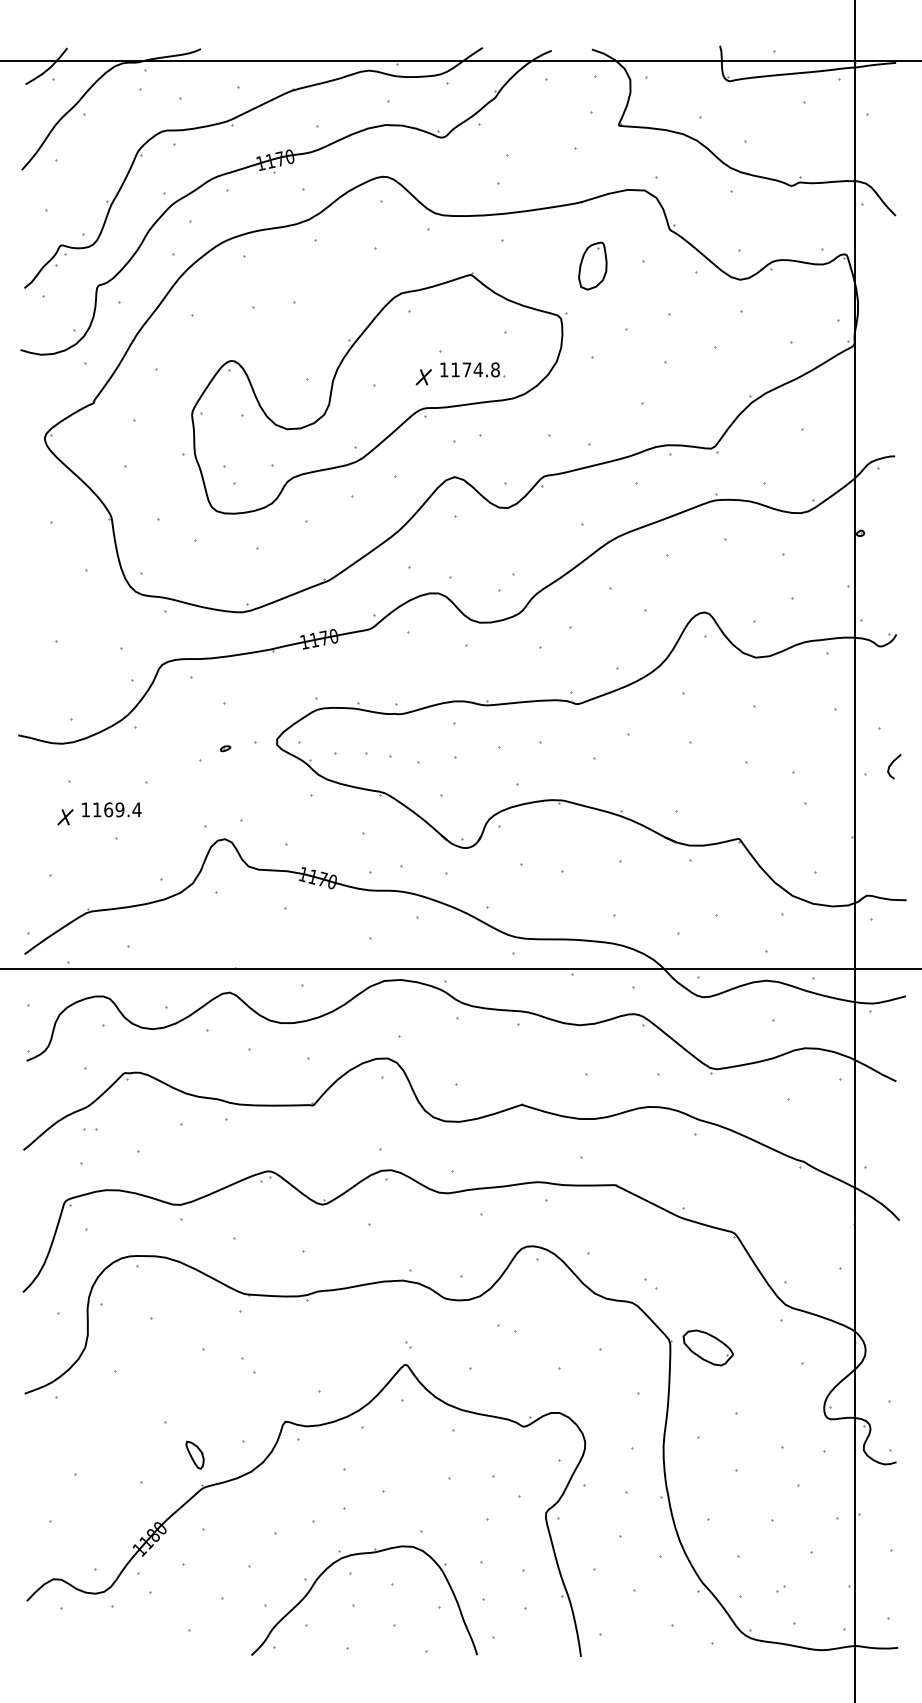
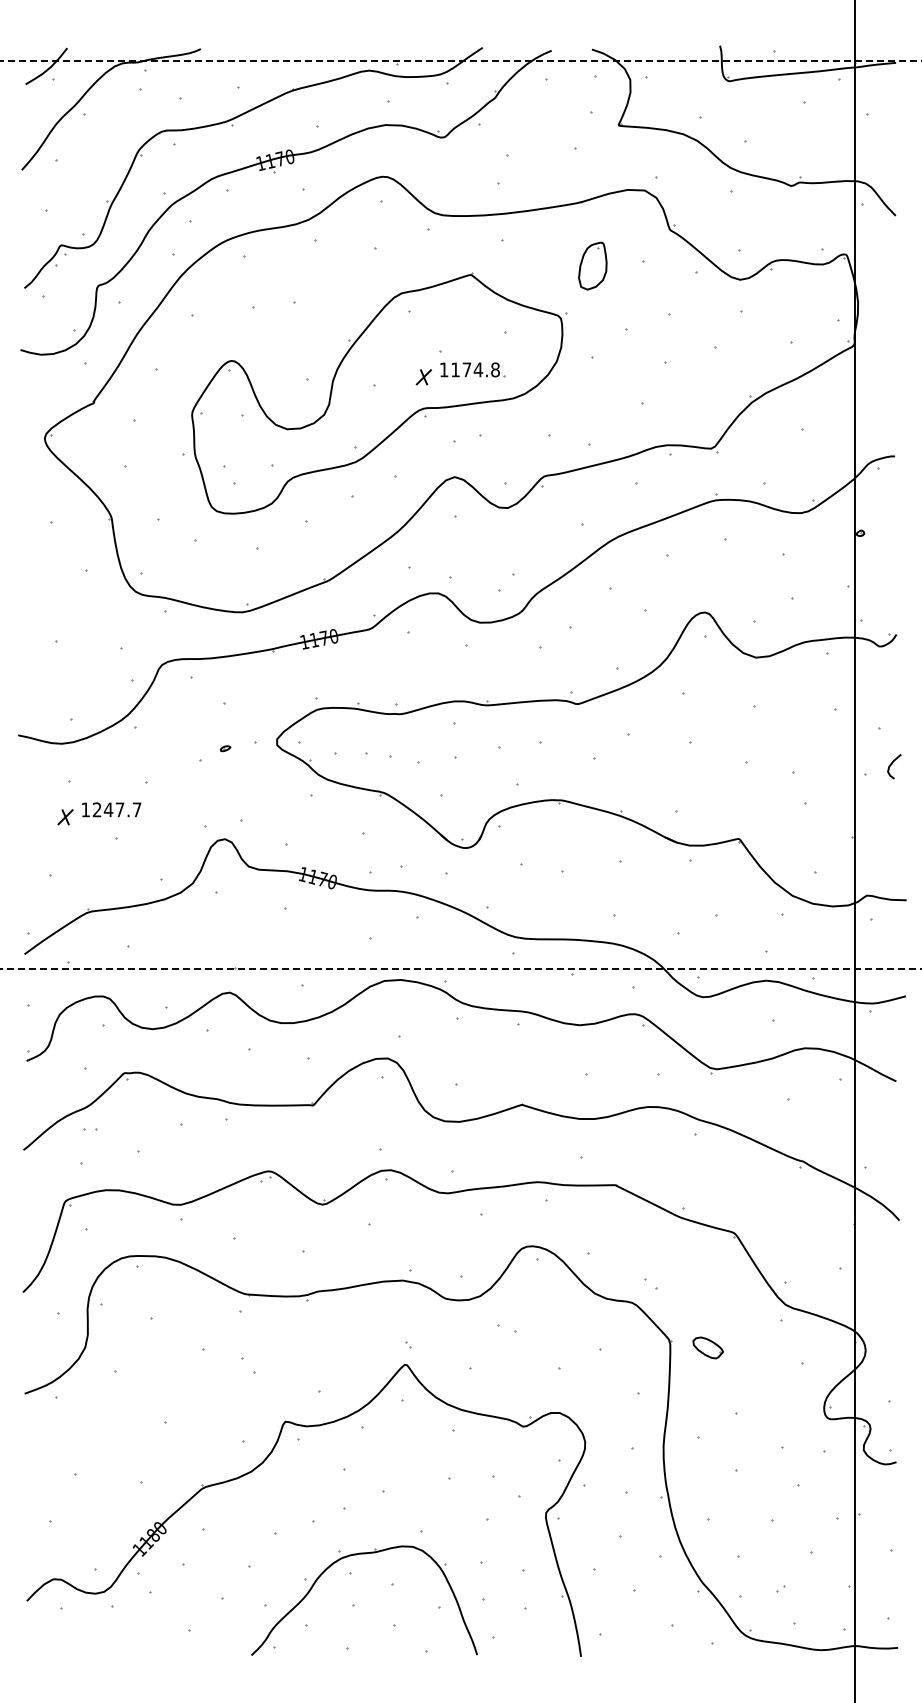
line at (460, 60): solid -> dashed
text at (116, 809): 1169.4 -> 1247.7
line at (461, 968): solid -> dashed
part at (707, 1347) size: 52x38 px -> 32x24 px
part at (194, 1454): present -> none
